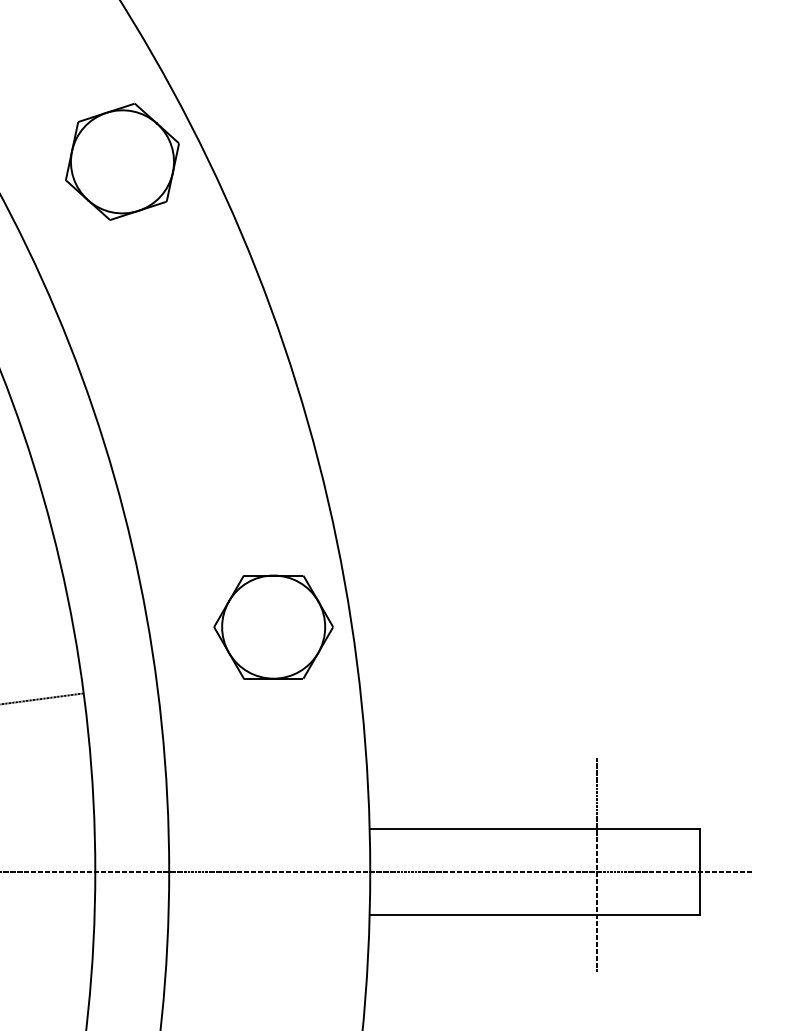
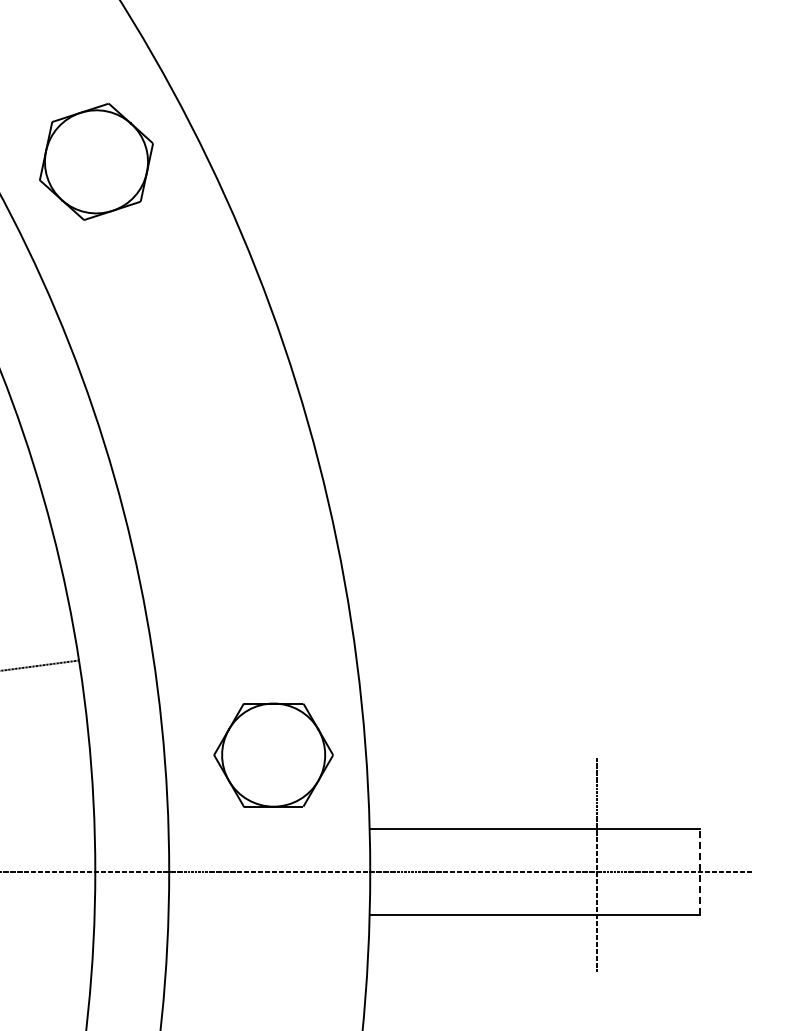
part at (122, 161) position: (122, 161) -> (96, 161)
part at (273, 626) position: (273, 626) -> (273, 754)
line at (42, 698) position: (42, 698) -> (40, 665)
line at (699, 871): solid -> dashed
